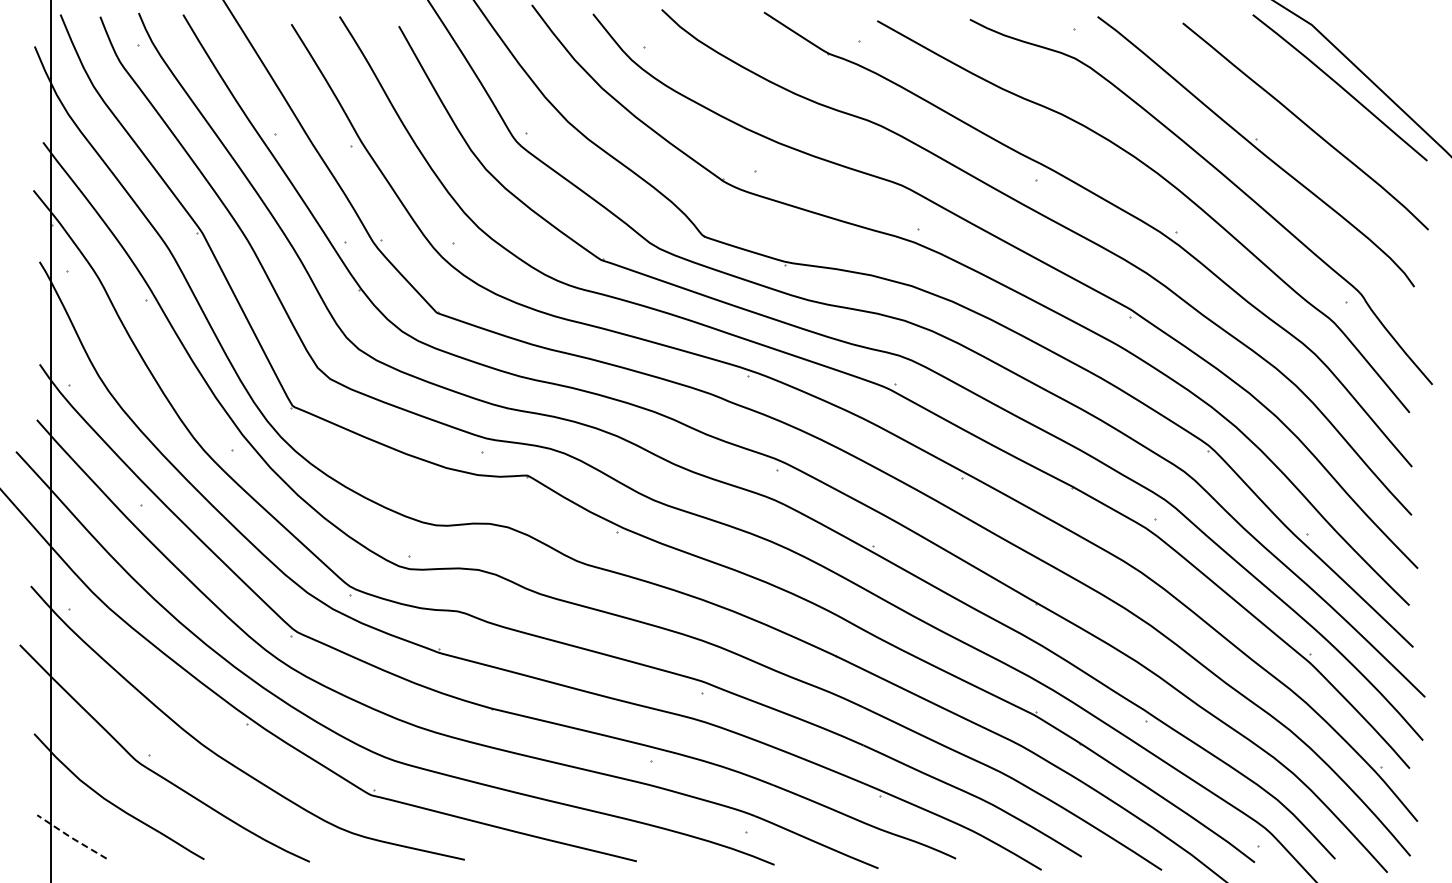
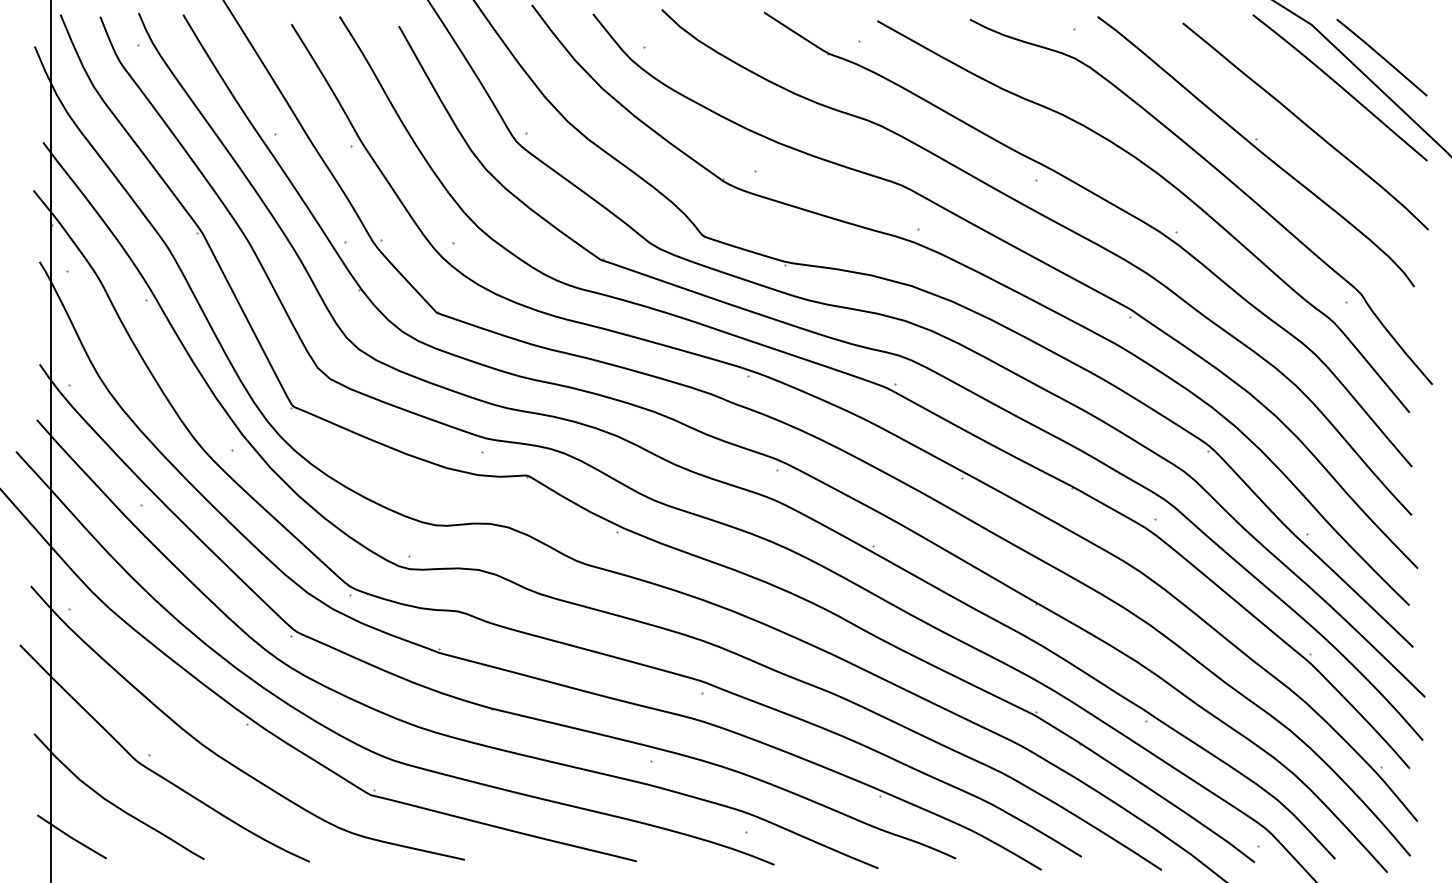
line at (1381, 57): none -> present
line at (71, 837): dashed -> solid
